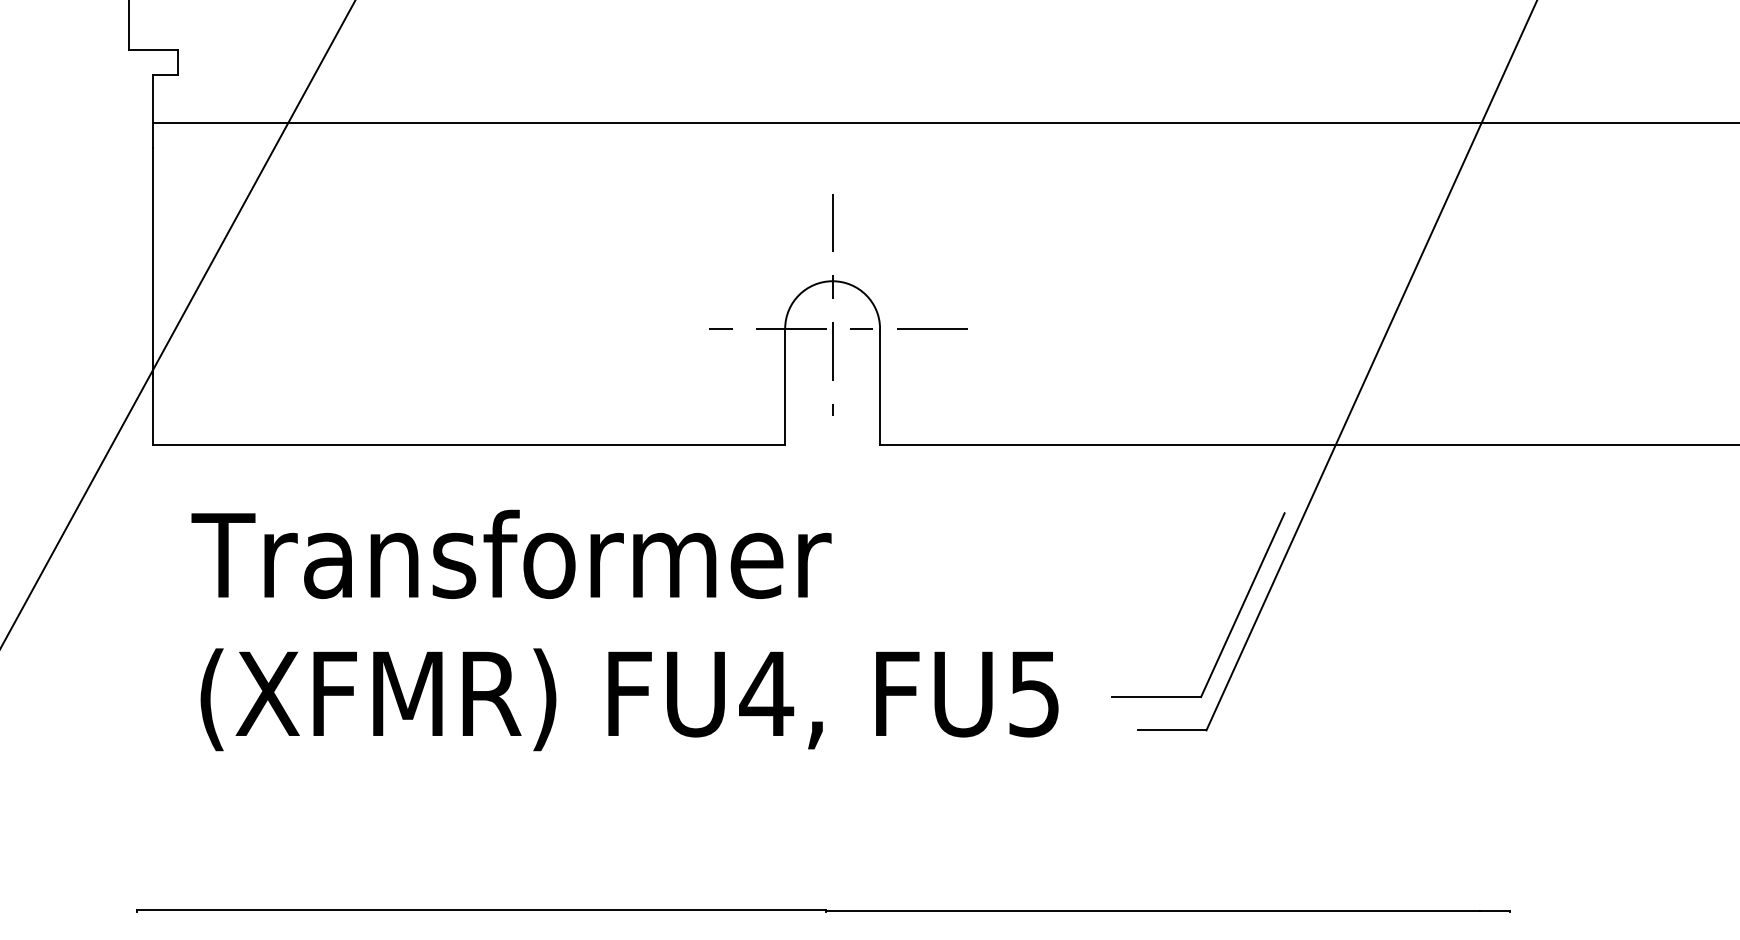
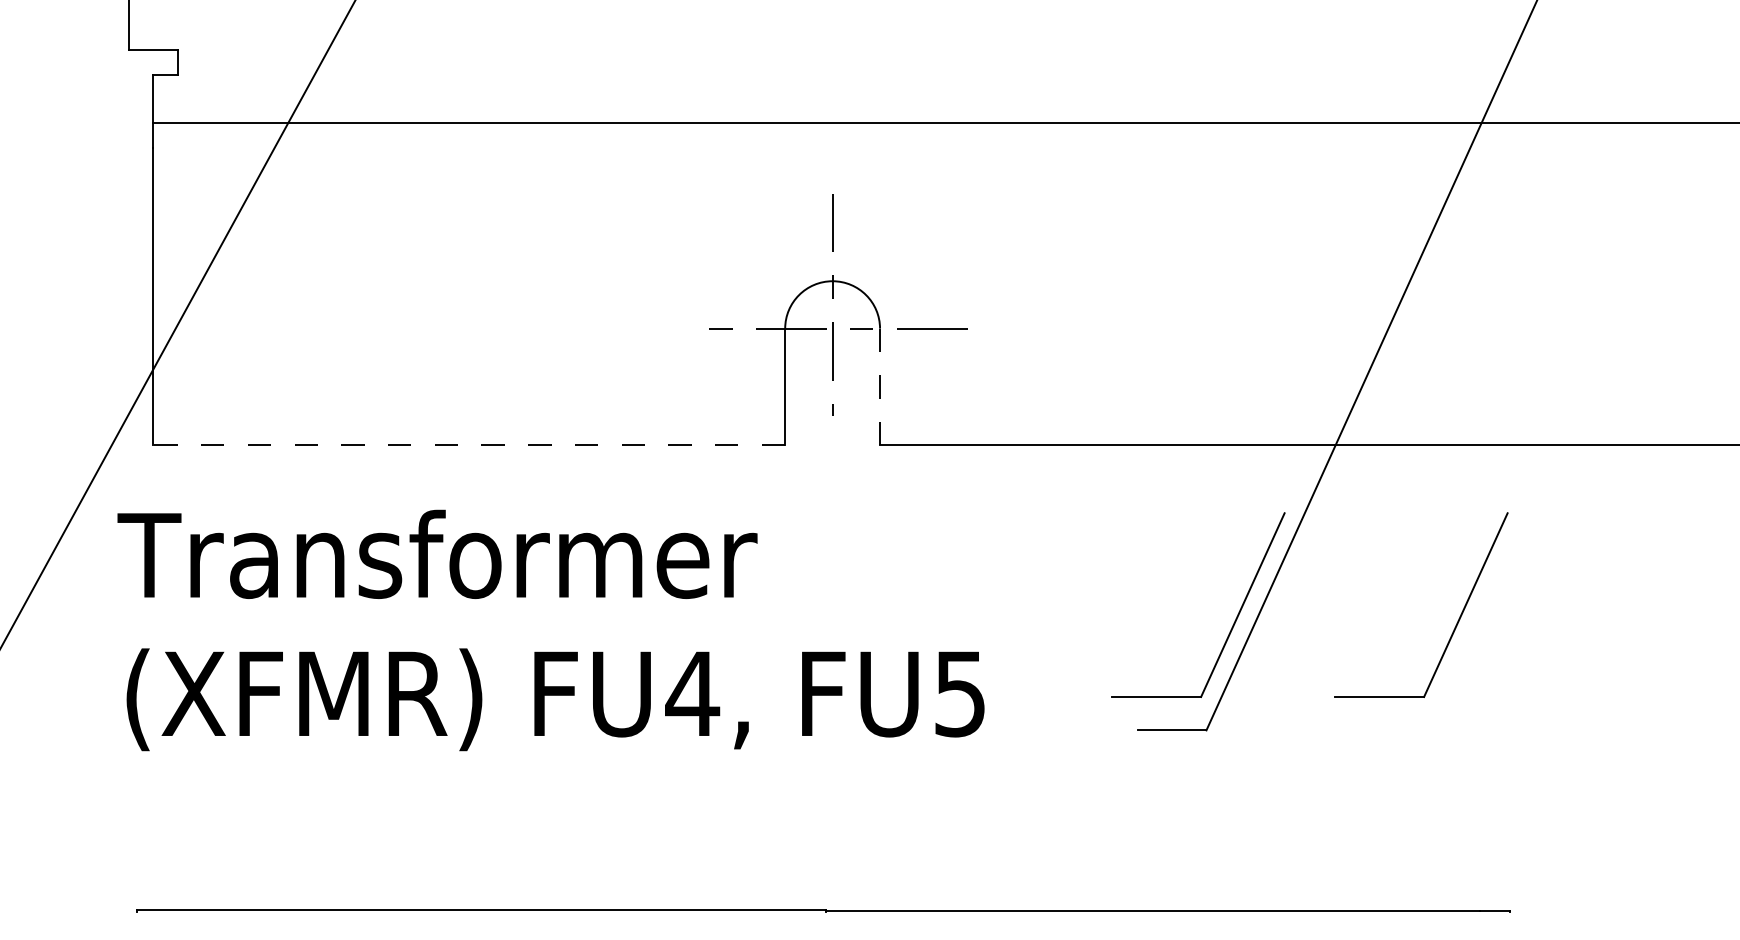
line at (880, 386): solid -> dashed
line at (469, 444): solid -> dashed
part at (1457, 620): none -> present
text at (624, 630) position: (624, 630) -> (550, 630)
